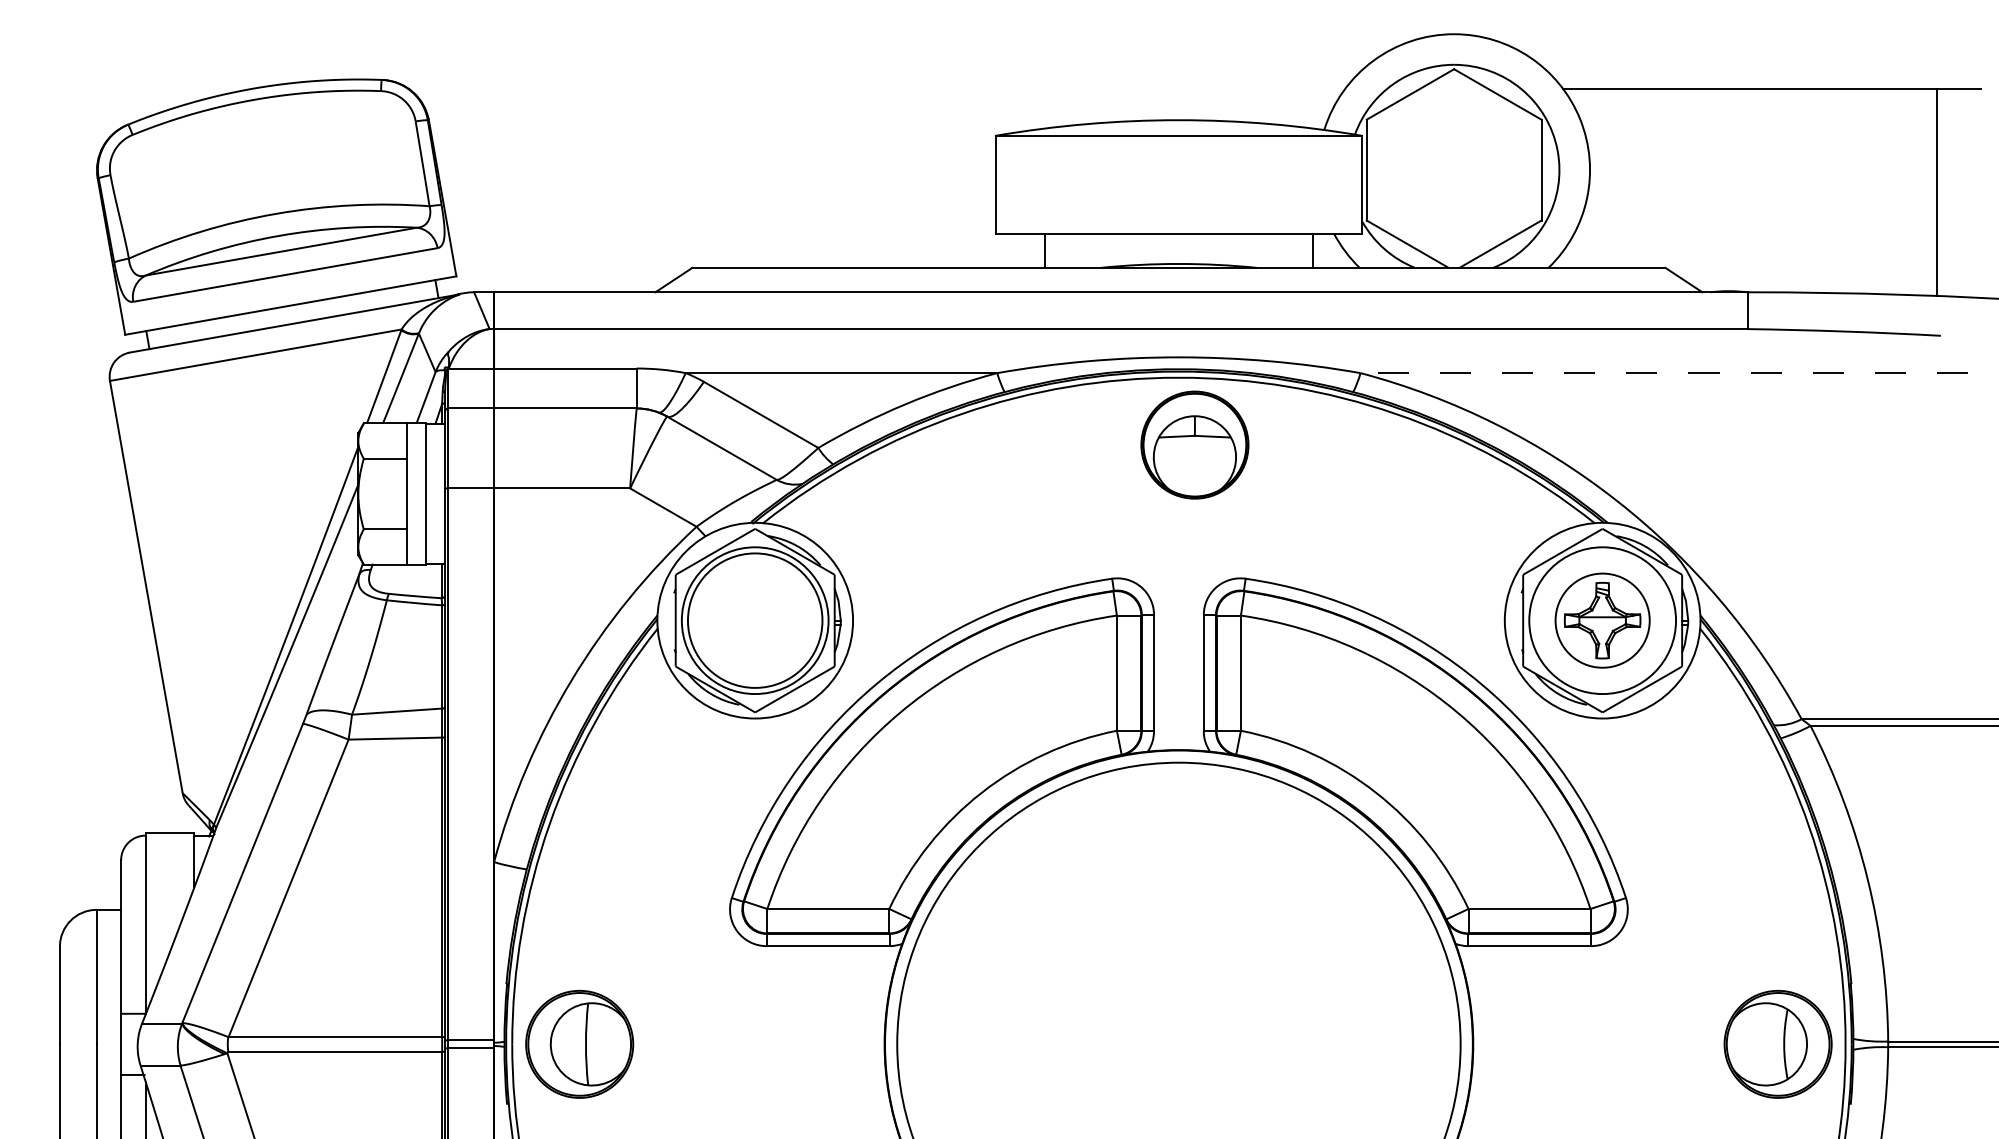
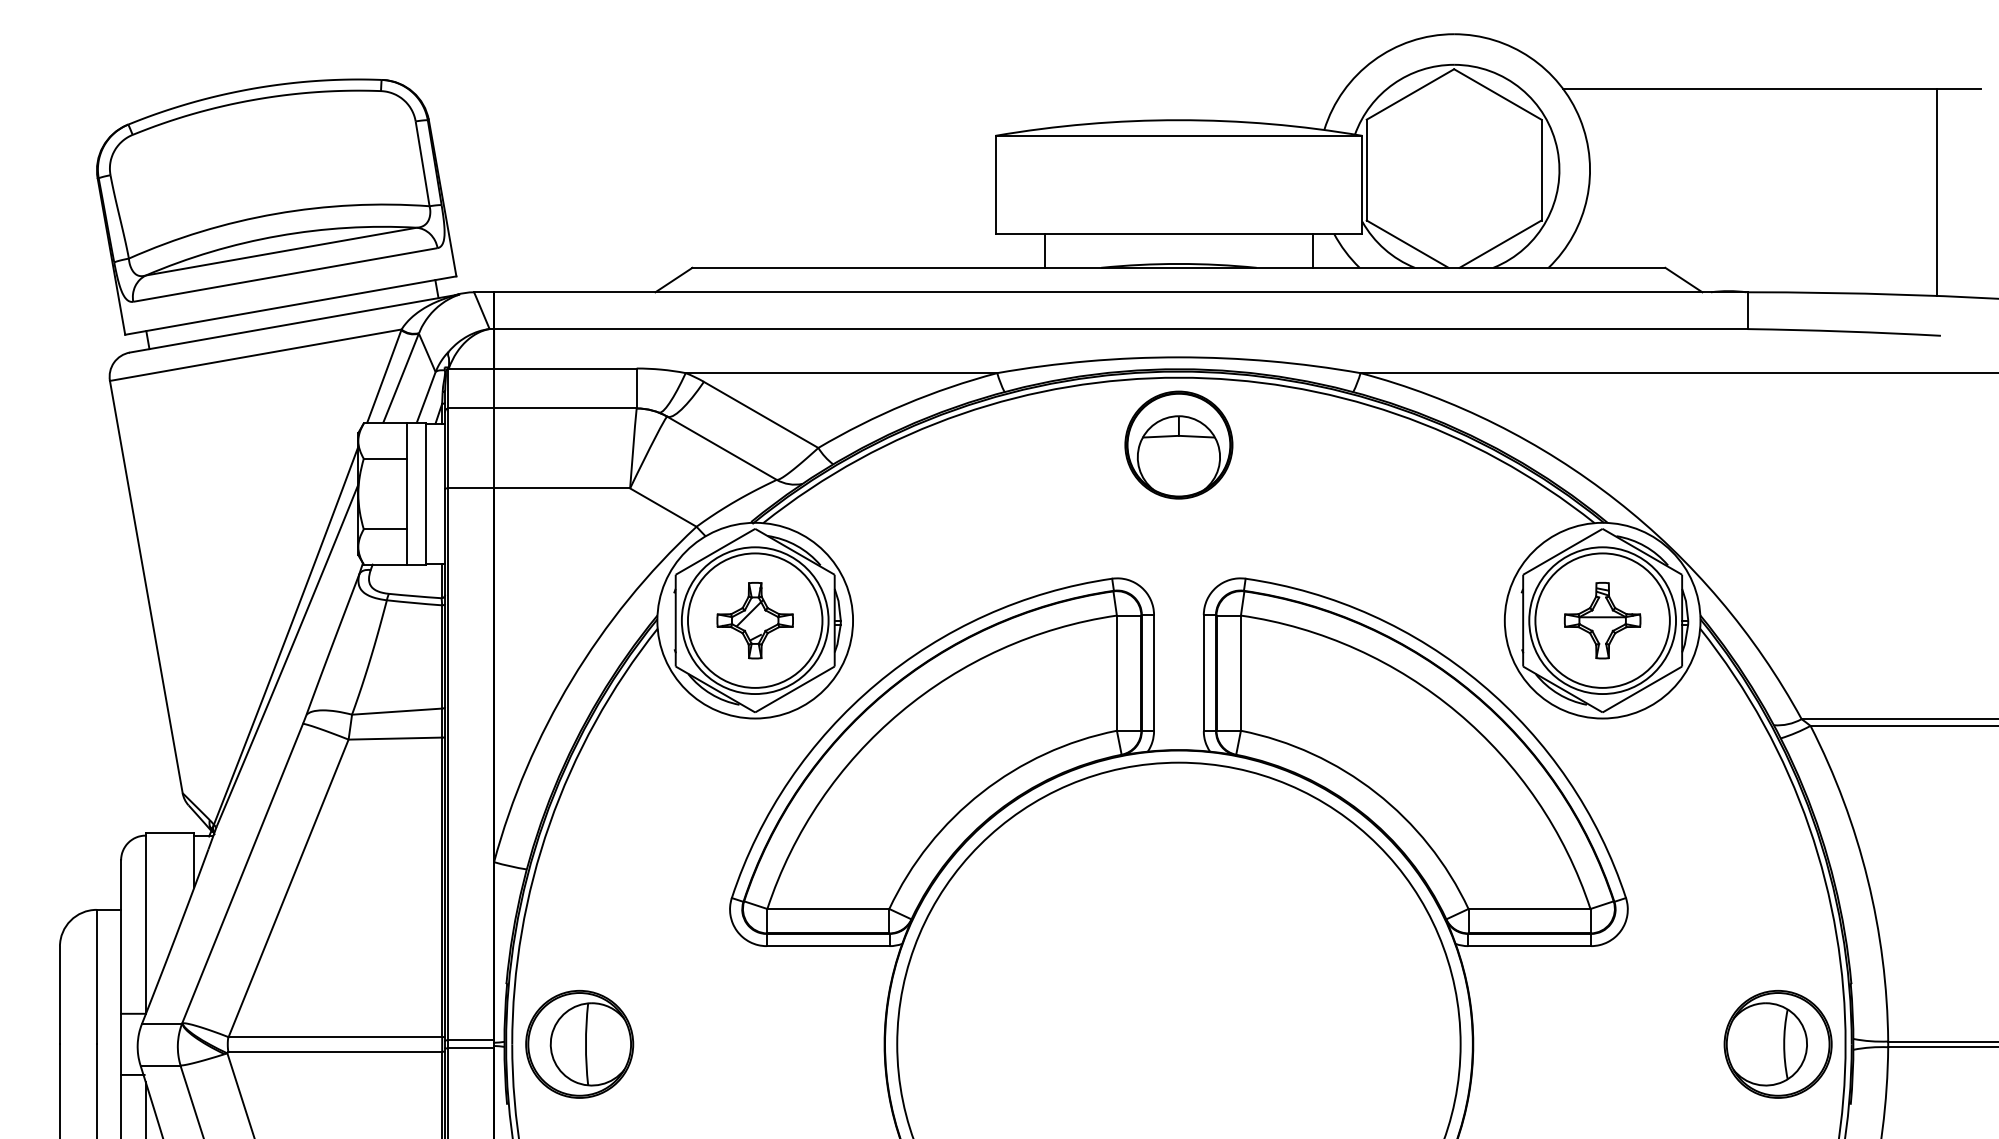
line at (1679, 373): dashed -> solid
part at (1194, 444) position: (1194, 444) -> (1178, 444)
part at (754, 620): none -> present
circle at (1602, 620) diameter: 94 px -> 134 px
